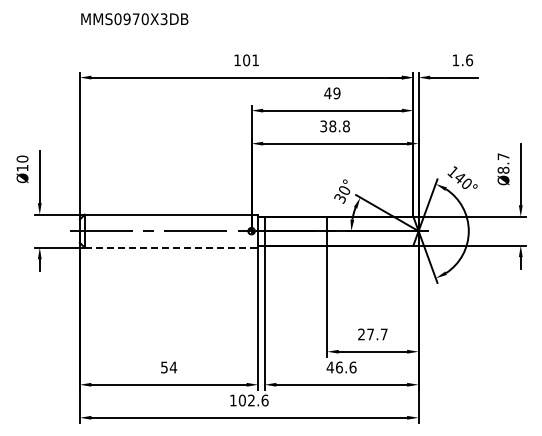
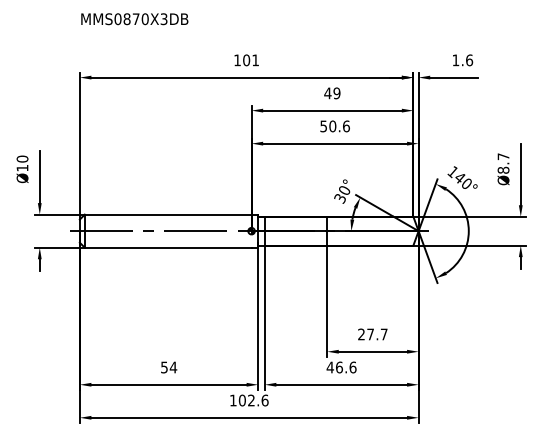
text at (126, 19): MMS0970X3DB -> MMS0870X3DB
text at (334, 126): 38.8 -> 50.6
line at (168, 247): dashed -> solid
